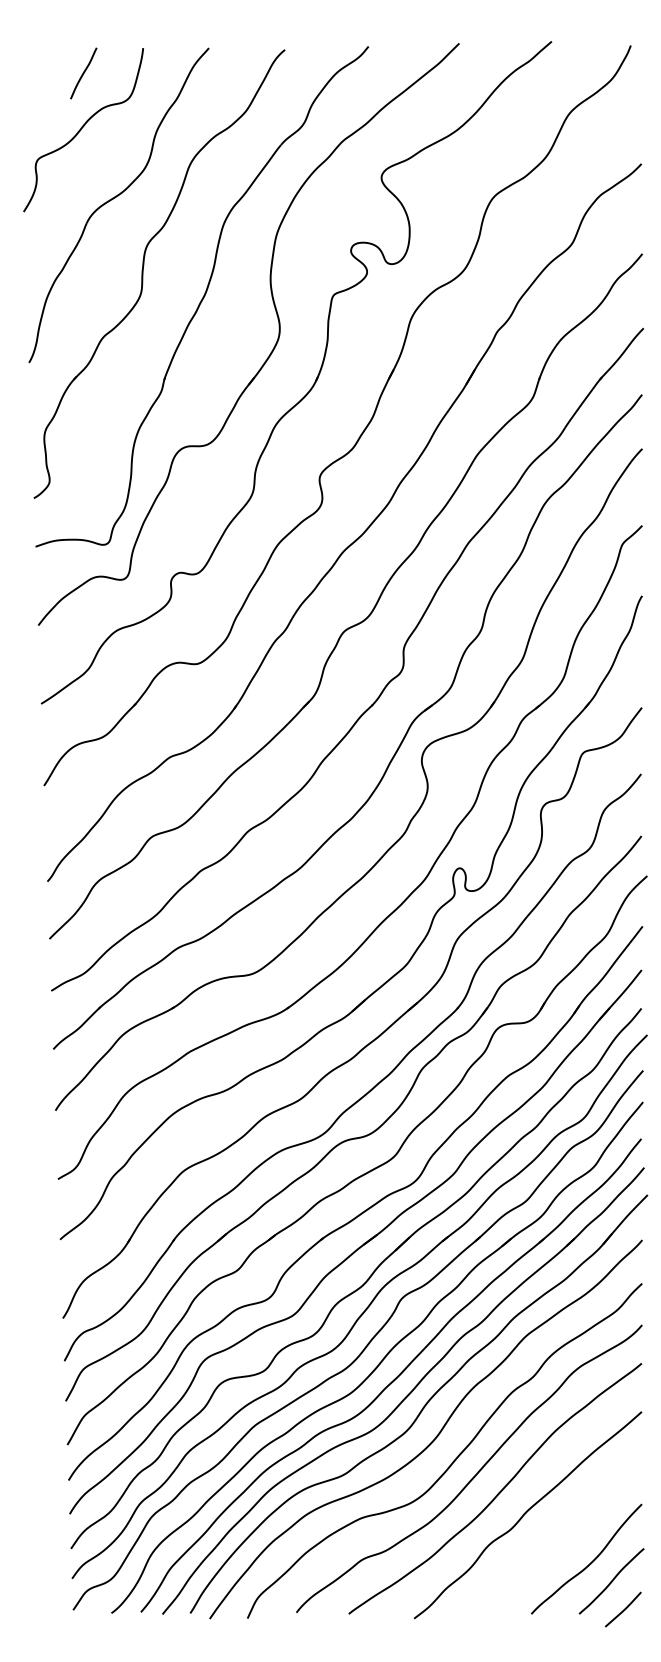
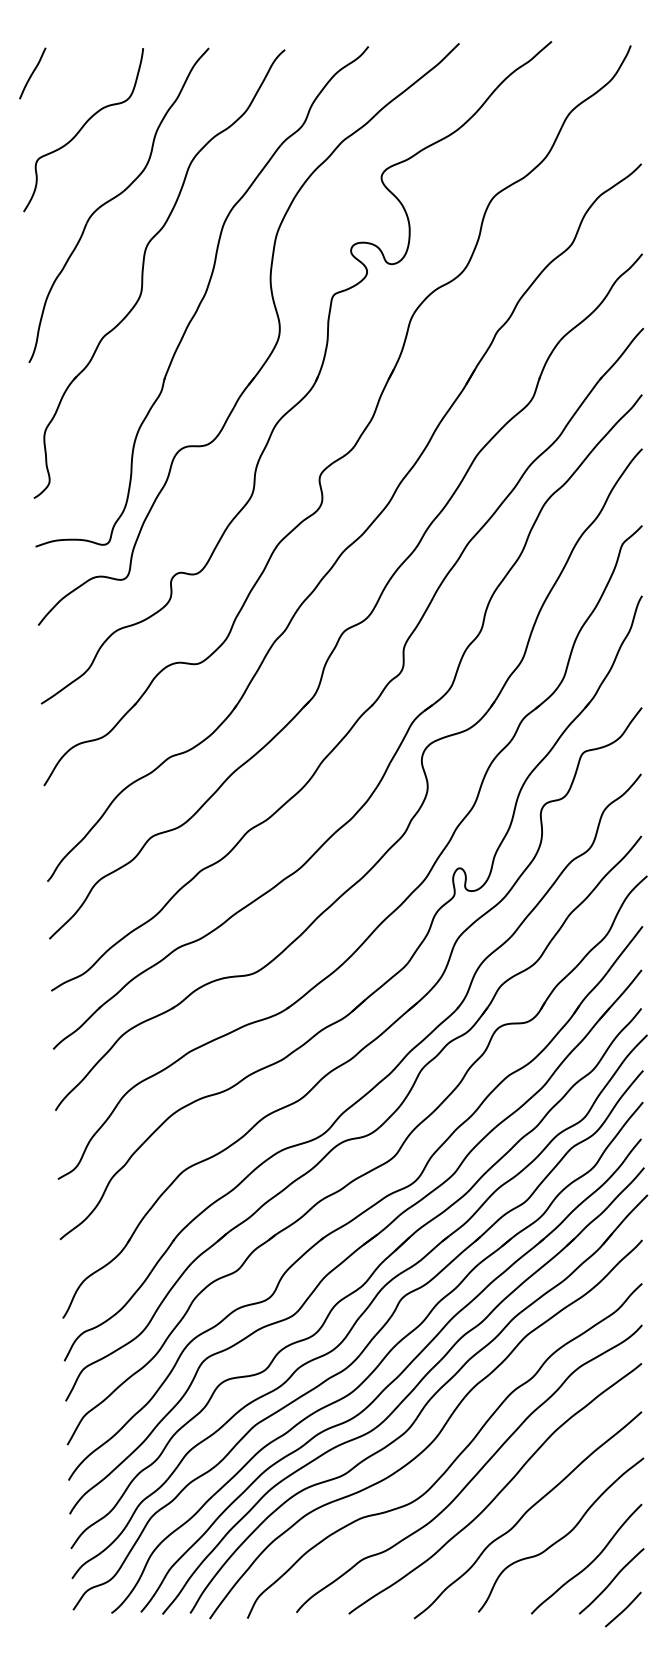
curve at (83, 73) position: (83, 73) -> (32, 73)
curve at (562, 1536): none -> present
